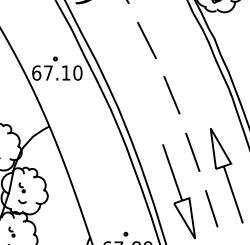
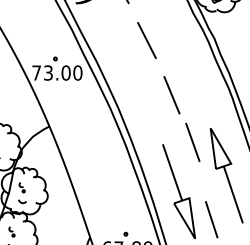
text at (51, 72): 67.10 -> 73.00
line at (192, 151) position: (192, 151) -> (192, 141)
line at (211, 208) position: (211, 208) -> (211, 219)
